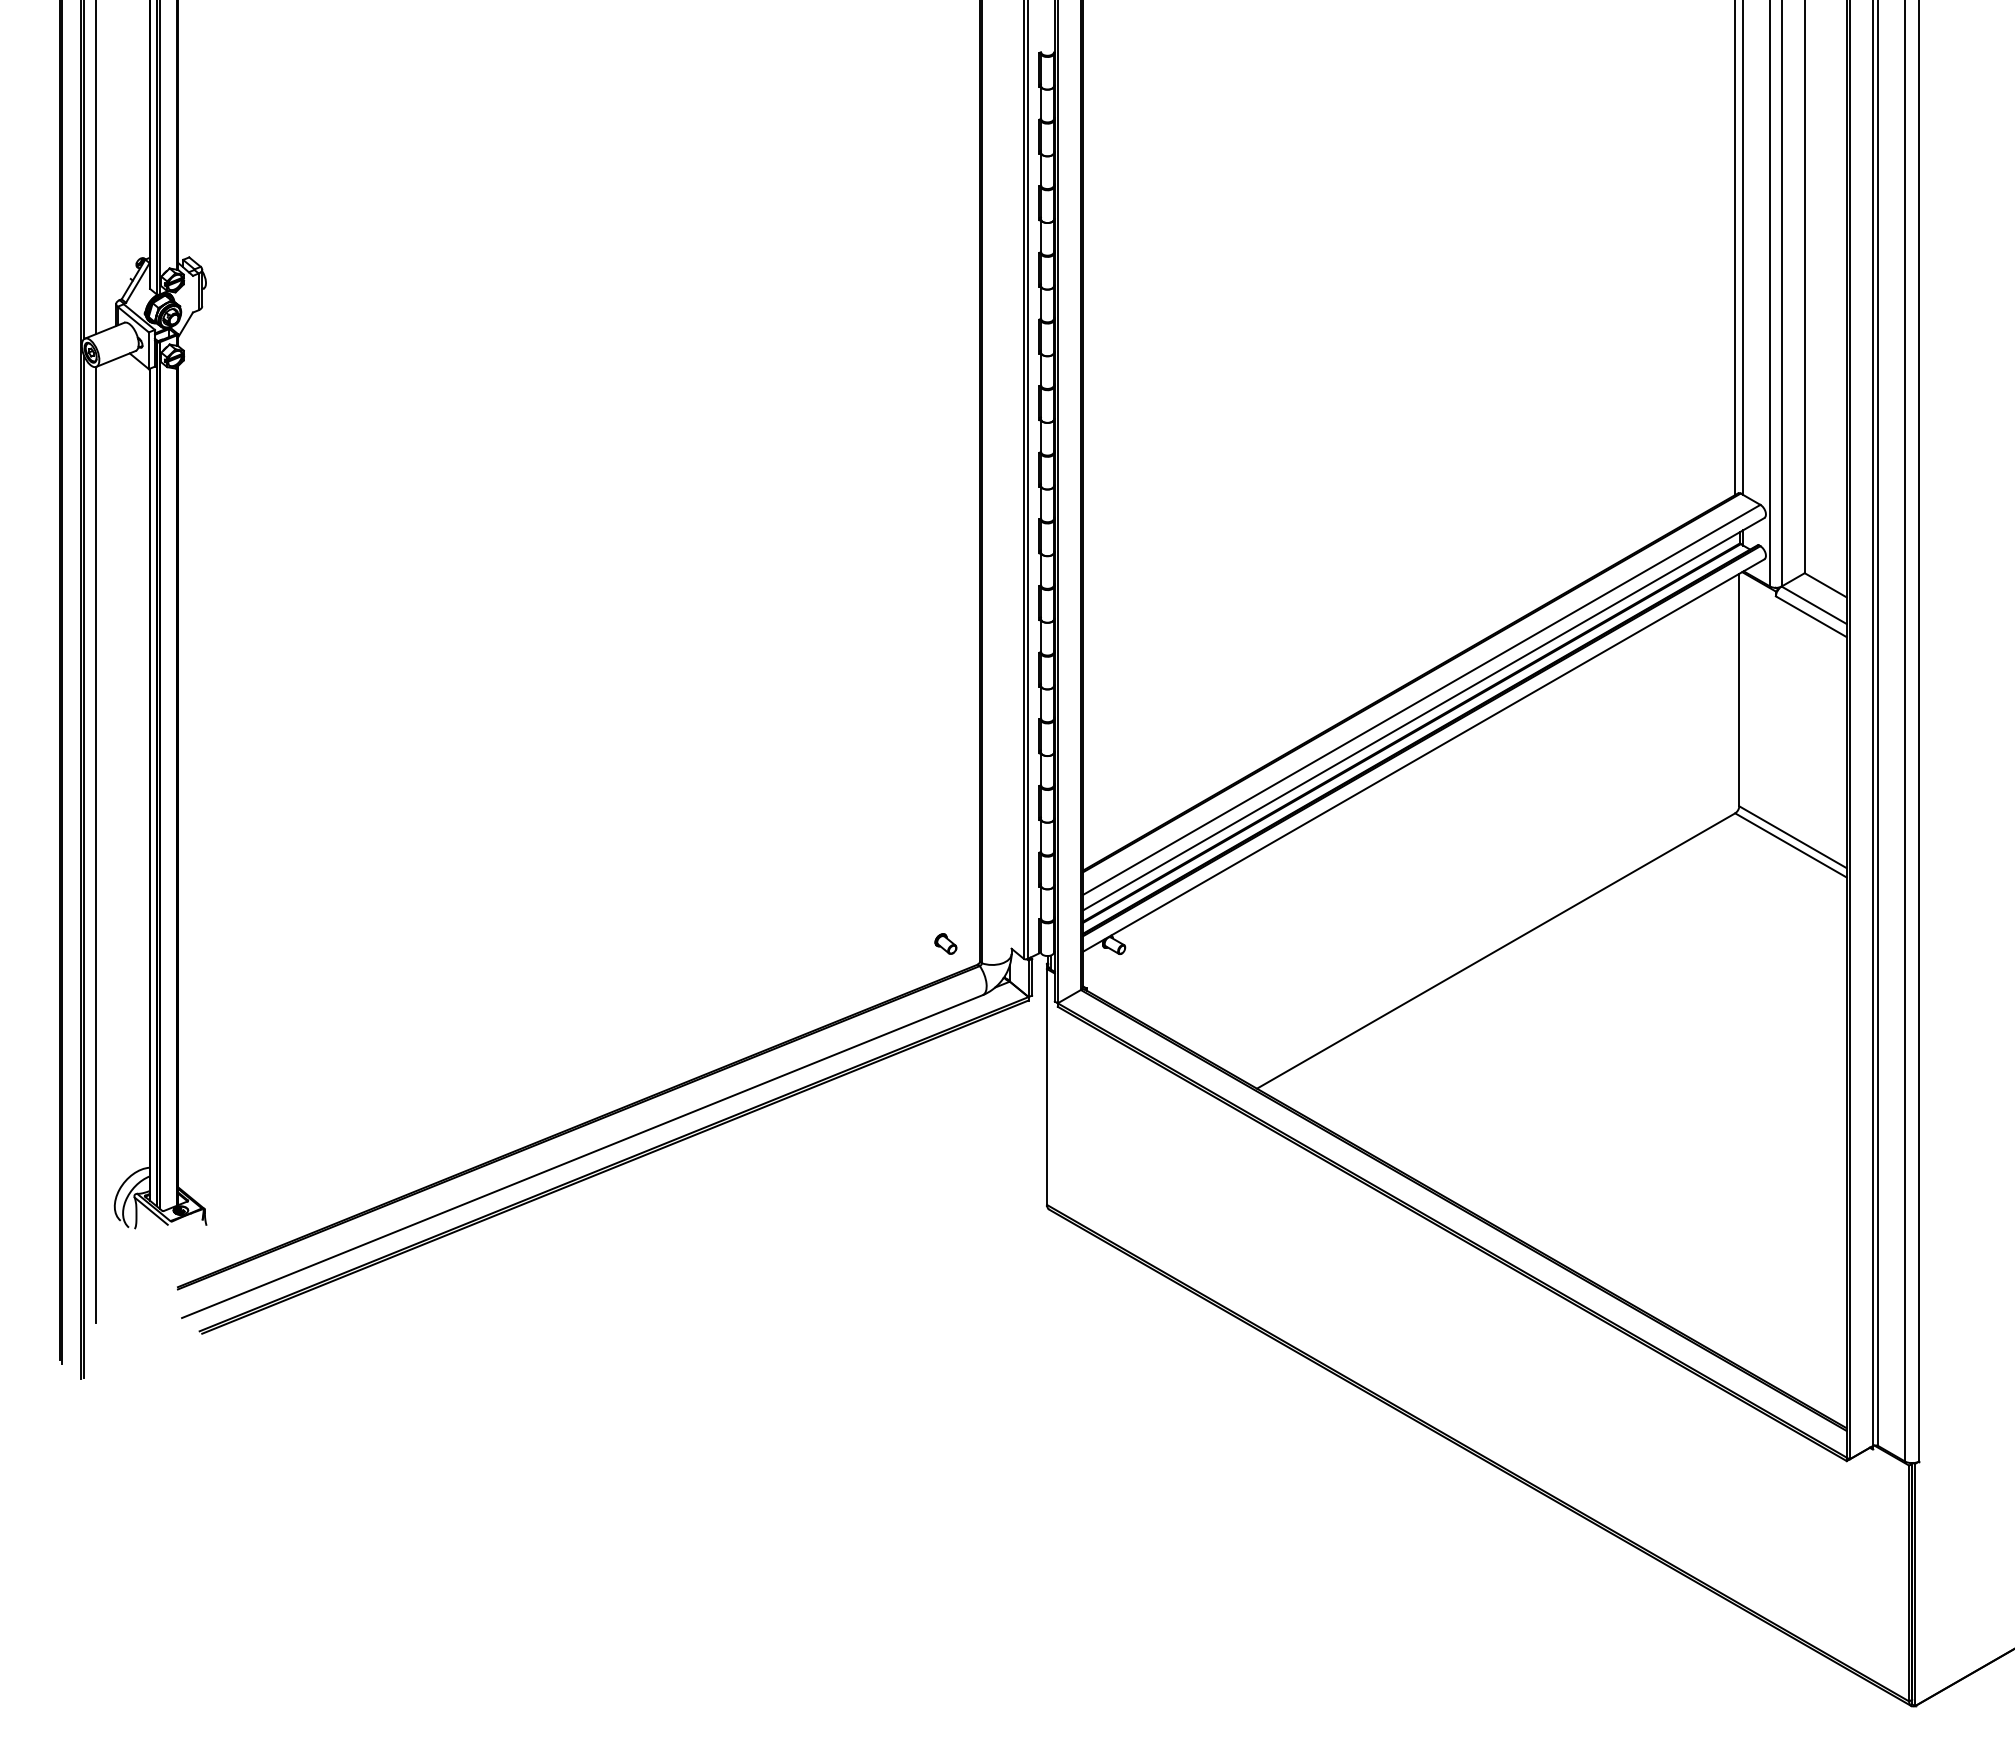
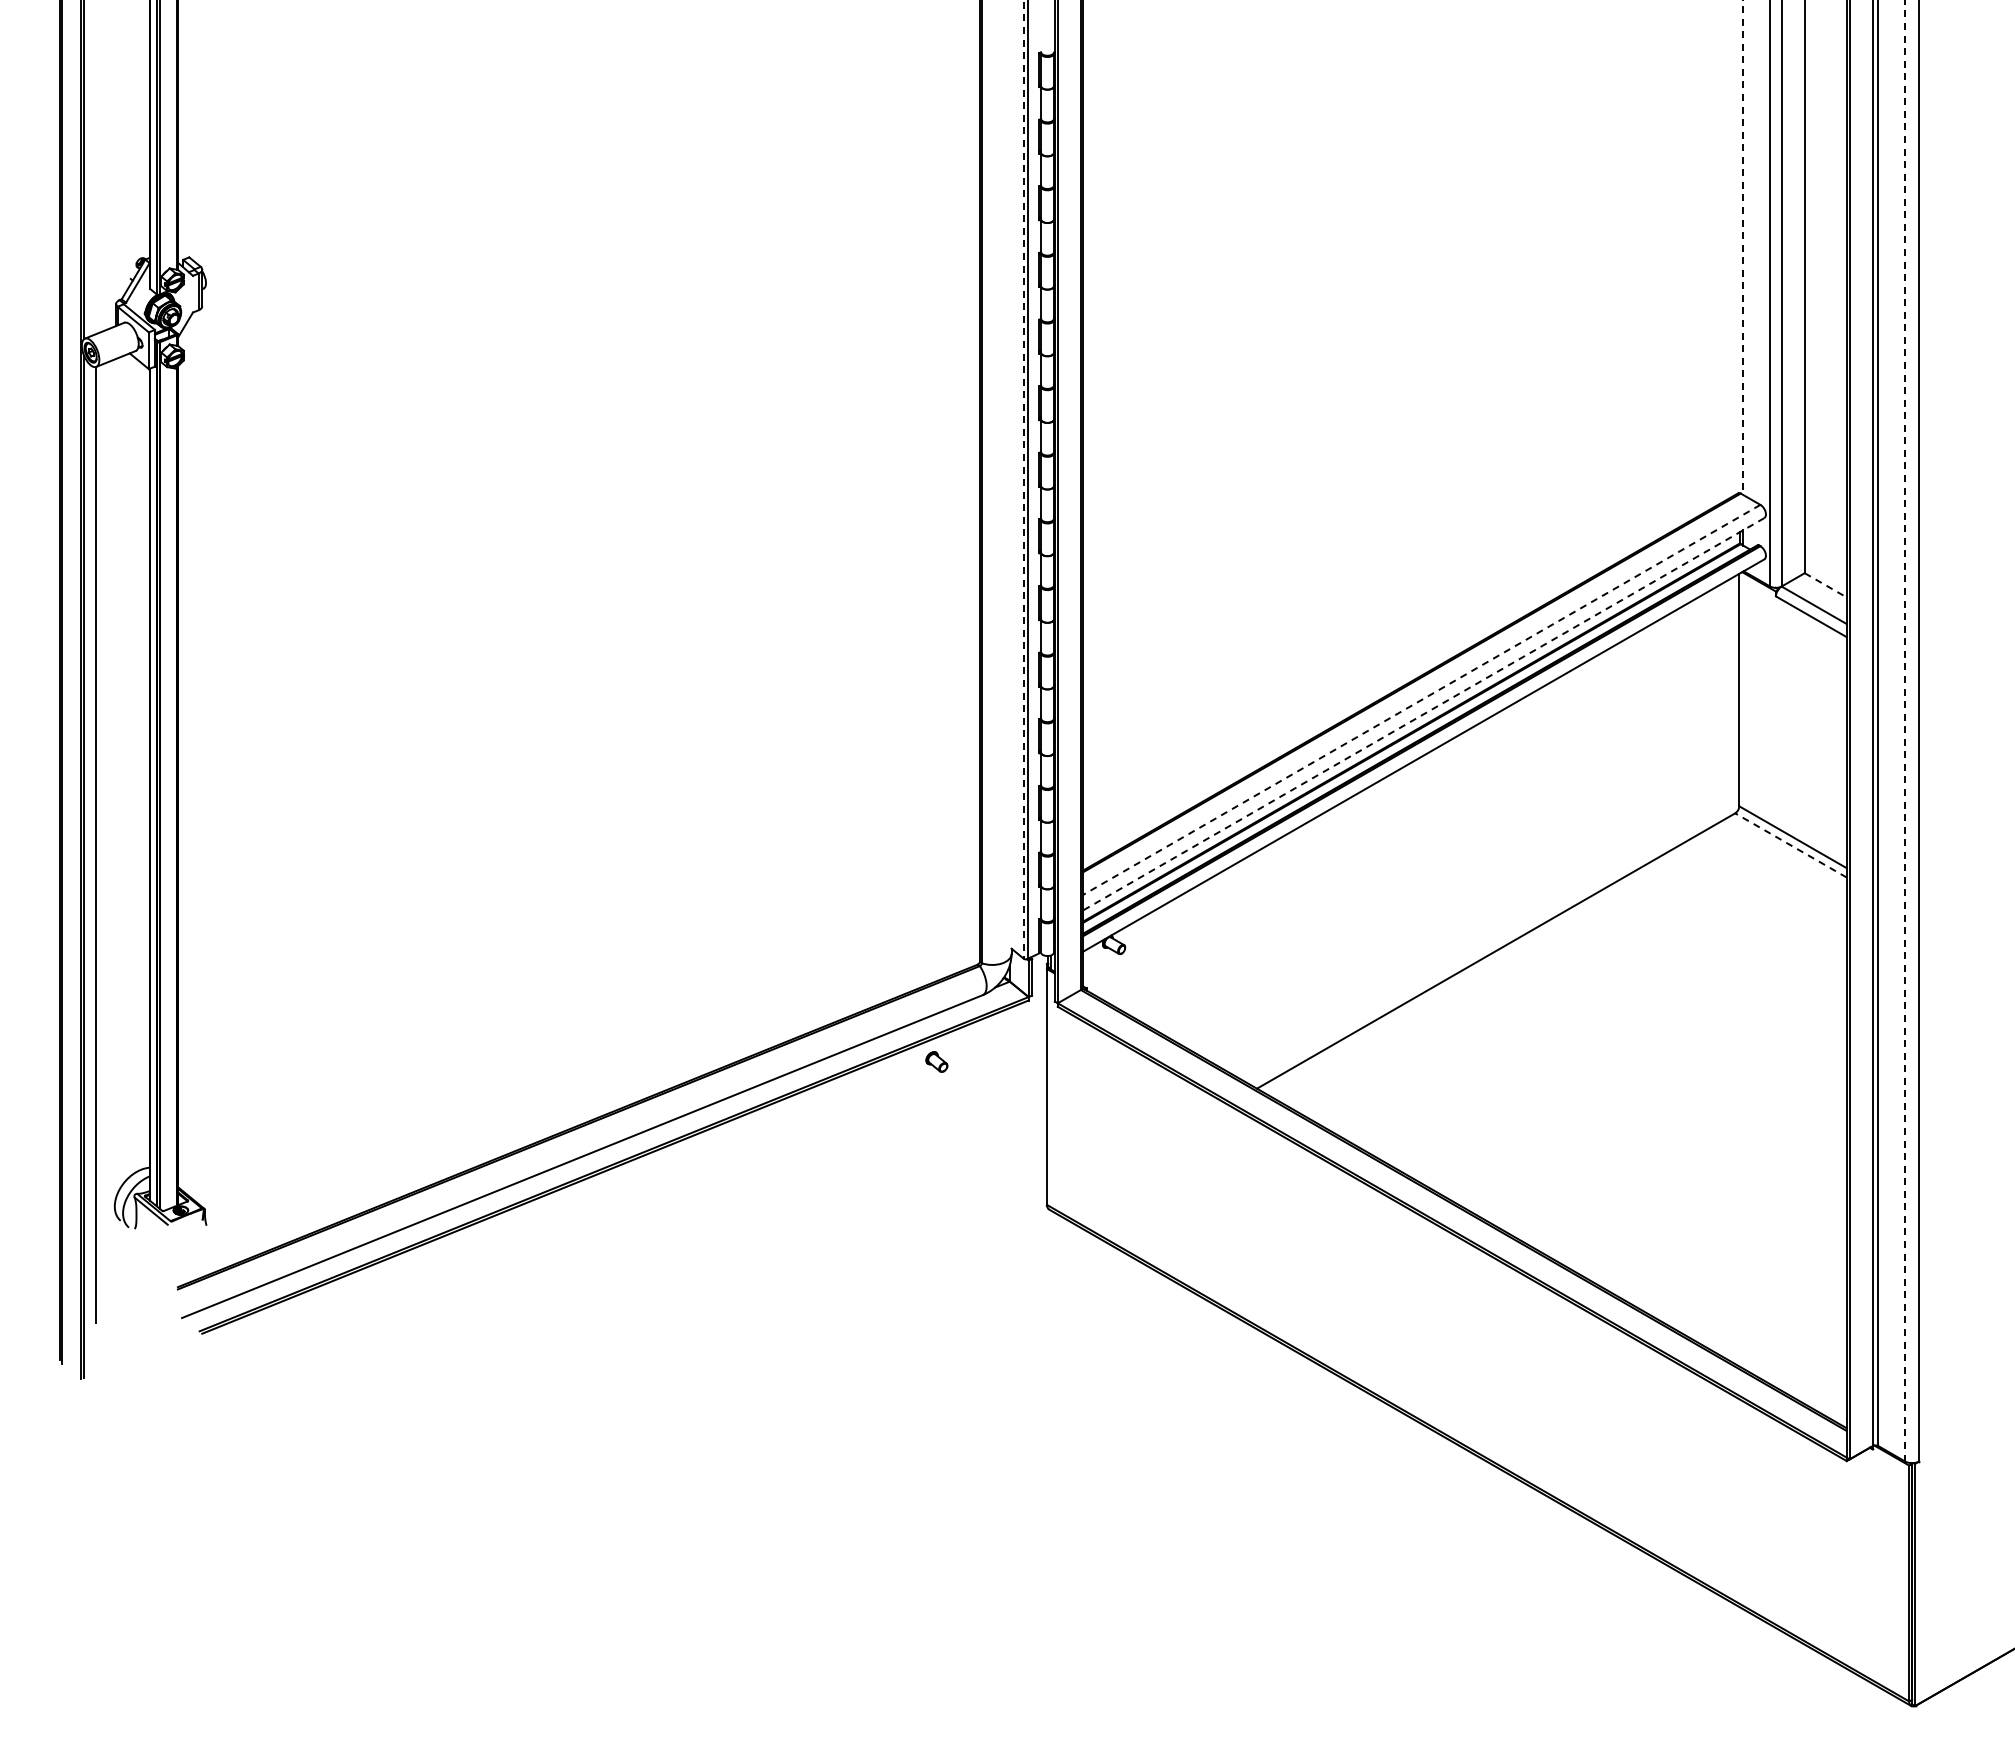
line at (96, 168): present -> none
line at (1735, 248): present -> none
line at (1743, 248): solid -> dashed
line at (1023, 479): solid -> dashed
line at (1826, 585): solid -> dashed
line at (1421, 699): solid -> dashed
line at (1423, 714): solid -> dashed
line at (1905, 730): solid -> dashed
line at (1790, 845): solid -> dashed
part at (945, 943) position: (945, 943) -> (936, 1061)
